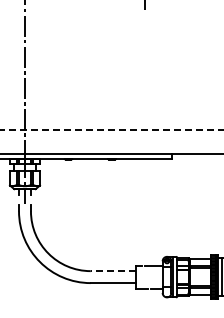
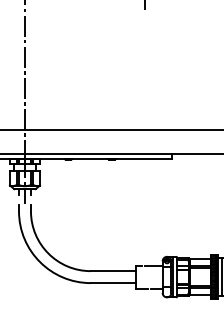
line at (111, 129): dashed -> solid
line at (113, 271): dashed -> solid
